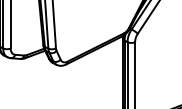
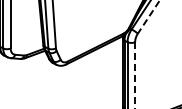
line at (148, 17): solid -> dashed
line at (135, 75): solid -> dashed
